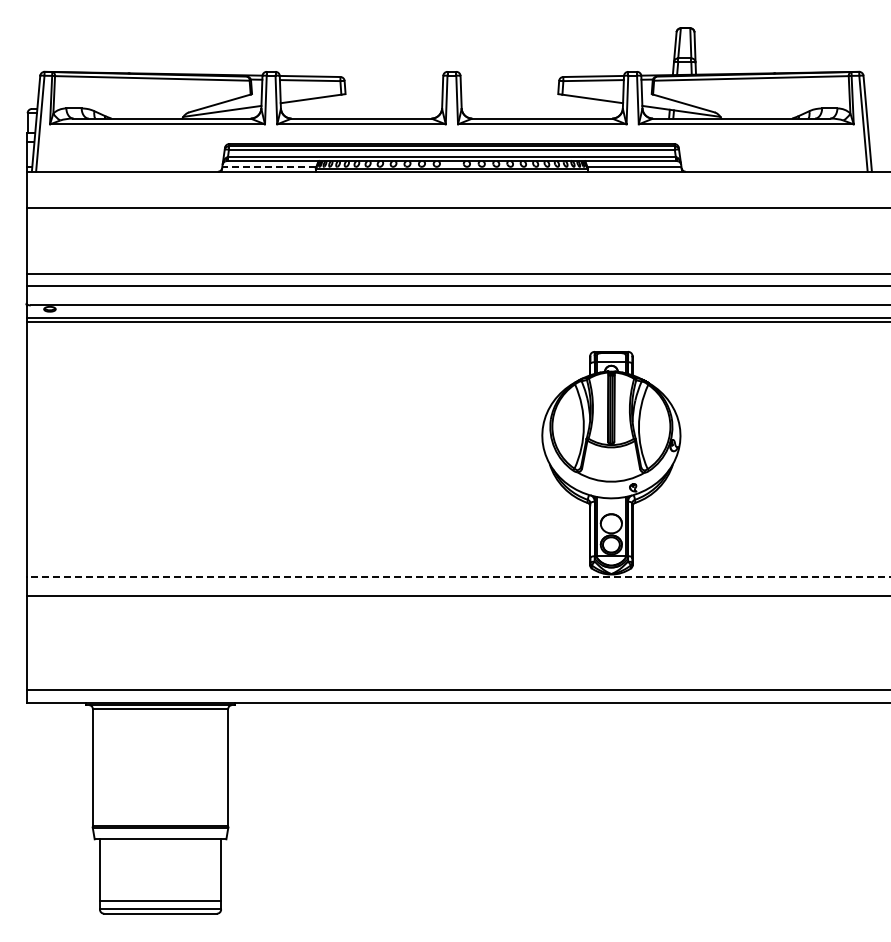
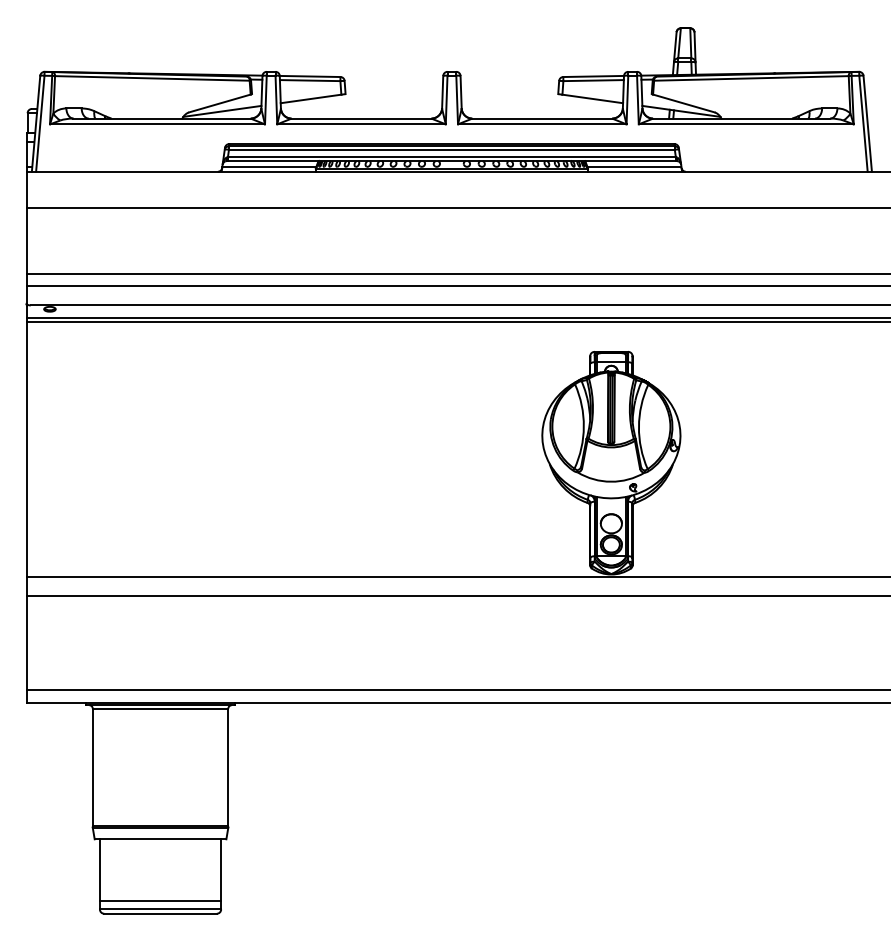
line at (268, 166): dashed -> solid
line at (458, 576): dashed -> solid
